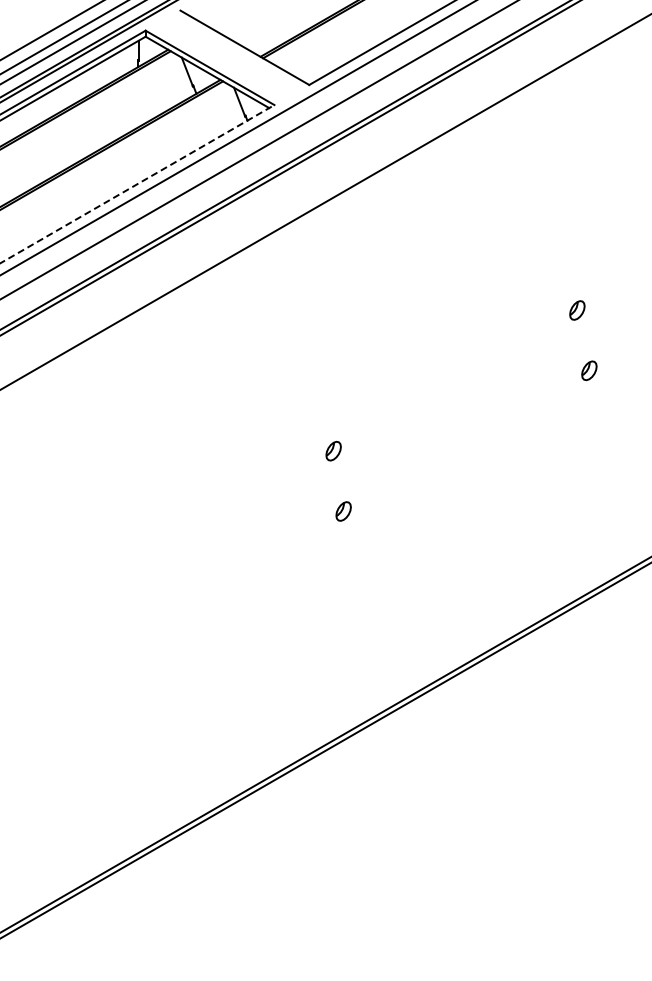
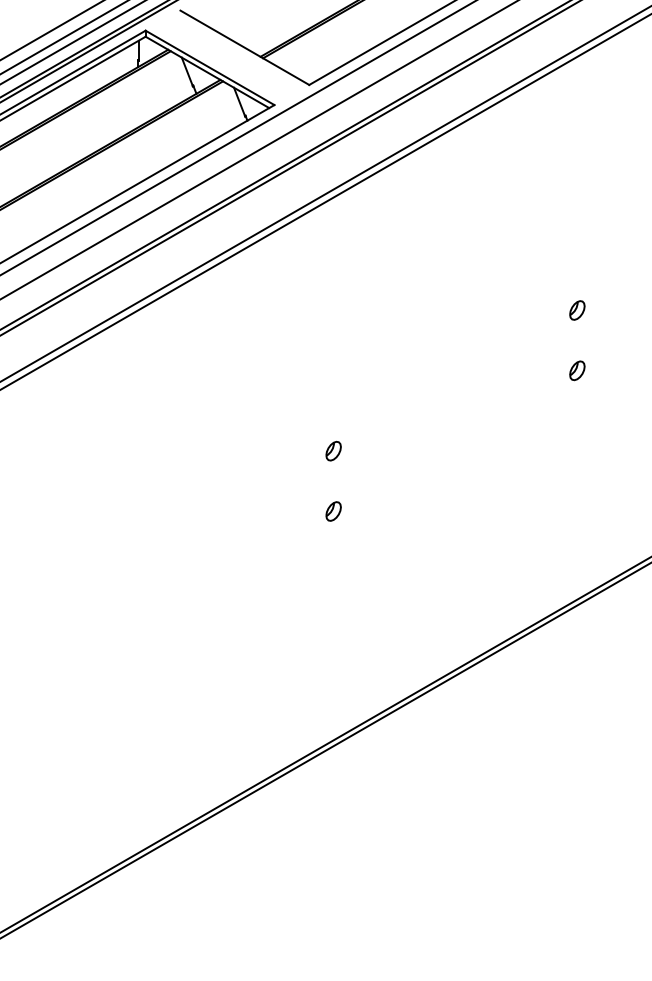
line at (137, 184): dashed -> solid
line at (325, 193): none -> present
part at (589, 370) position: (589, 370) -> (577, 370)
part at (343, 511) position: (343, 511) -> (333, 511)
